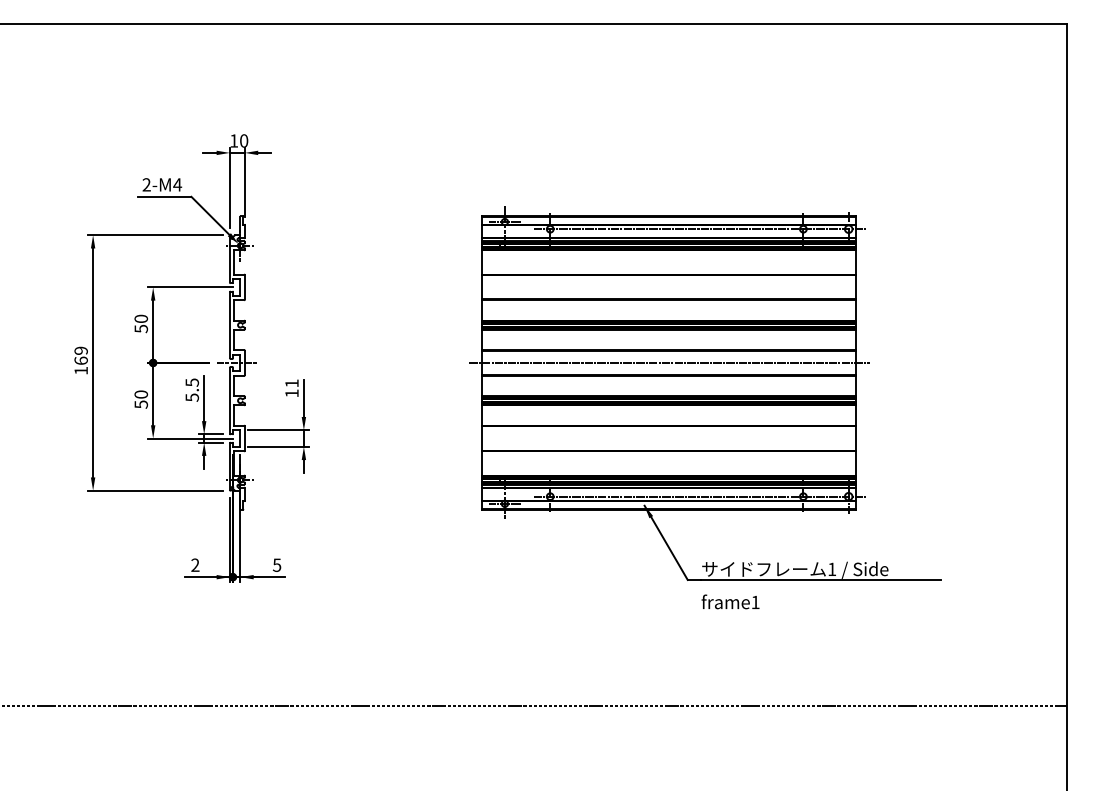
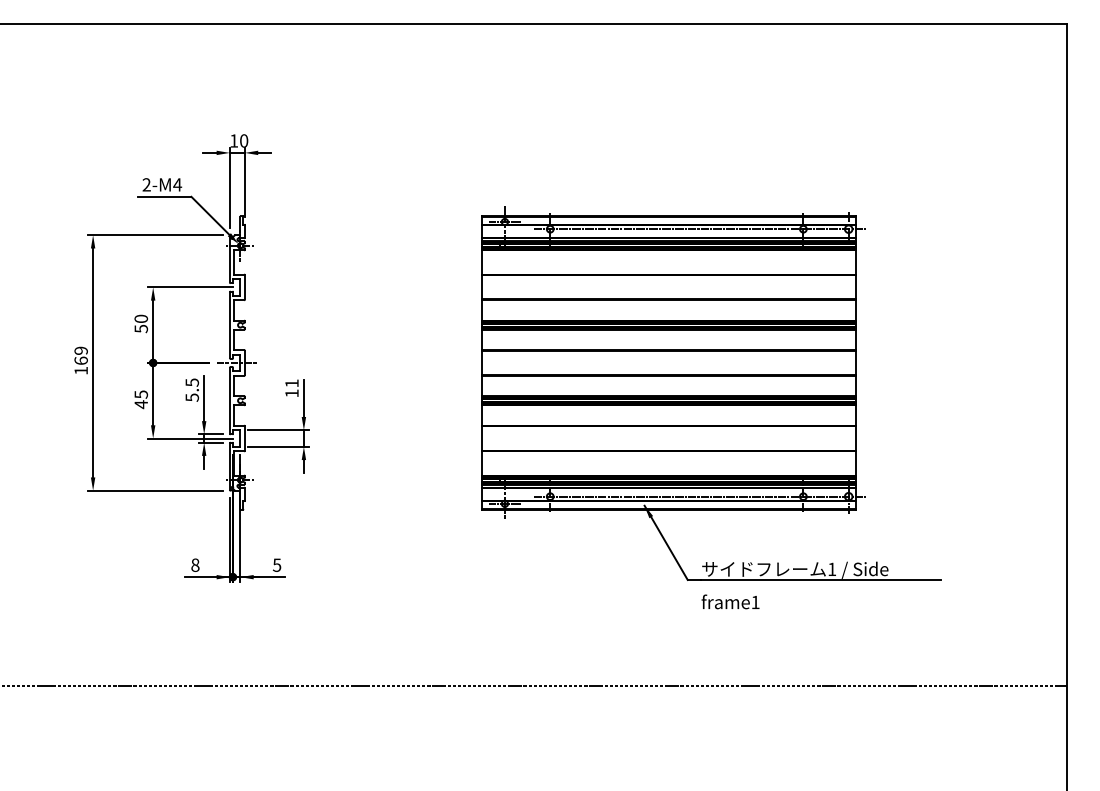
line at (669, 362): present -> none
text at (141, 399): 50 -> 45
text at (195, 565): 2 -> 8
line at (534, 705) position: (534, 705) -> (534, 685)
